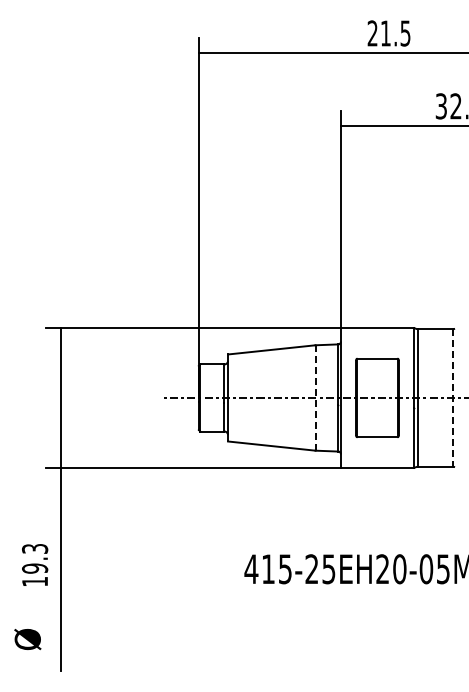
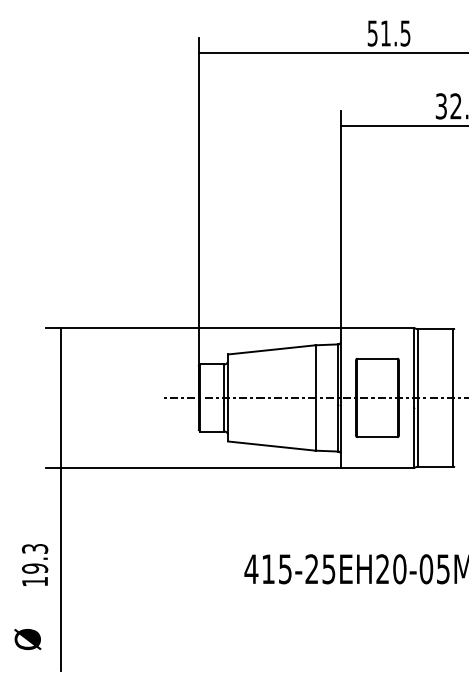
text at (372, 33): 21.5 -> 51.5
line at (315, 397): dashed -> solid
line at (452, 397): dashed -> solid
